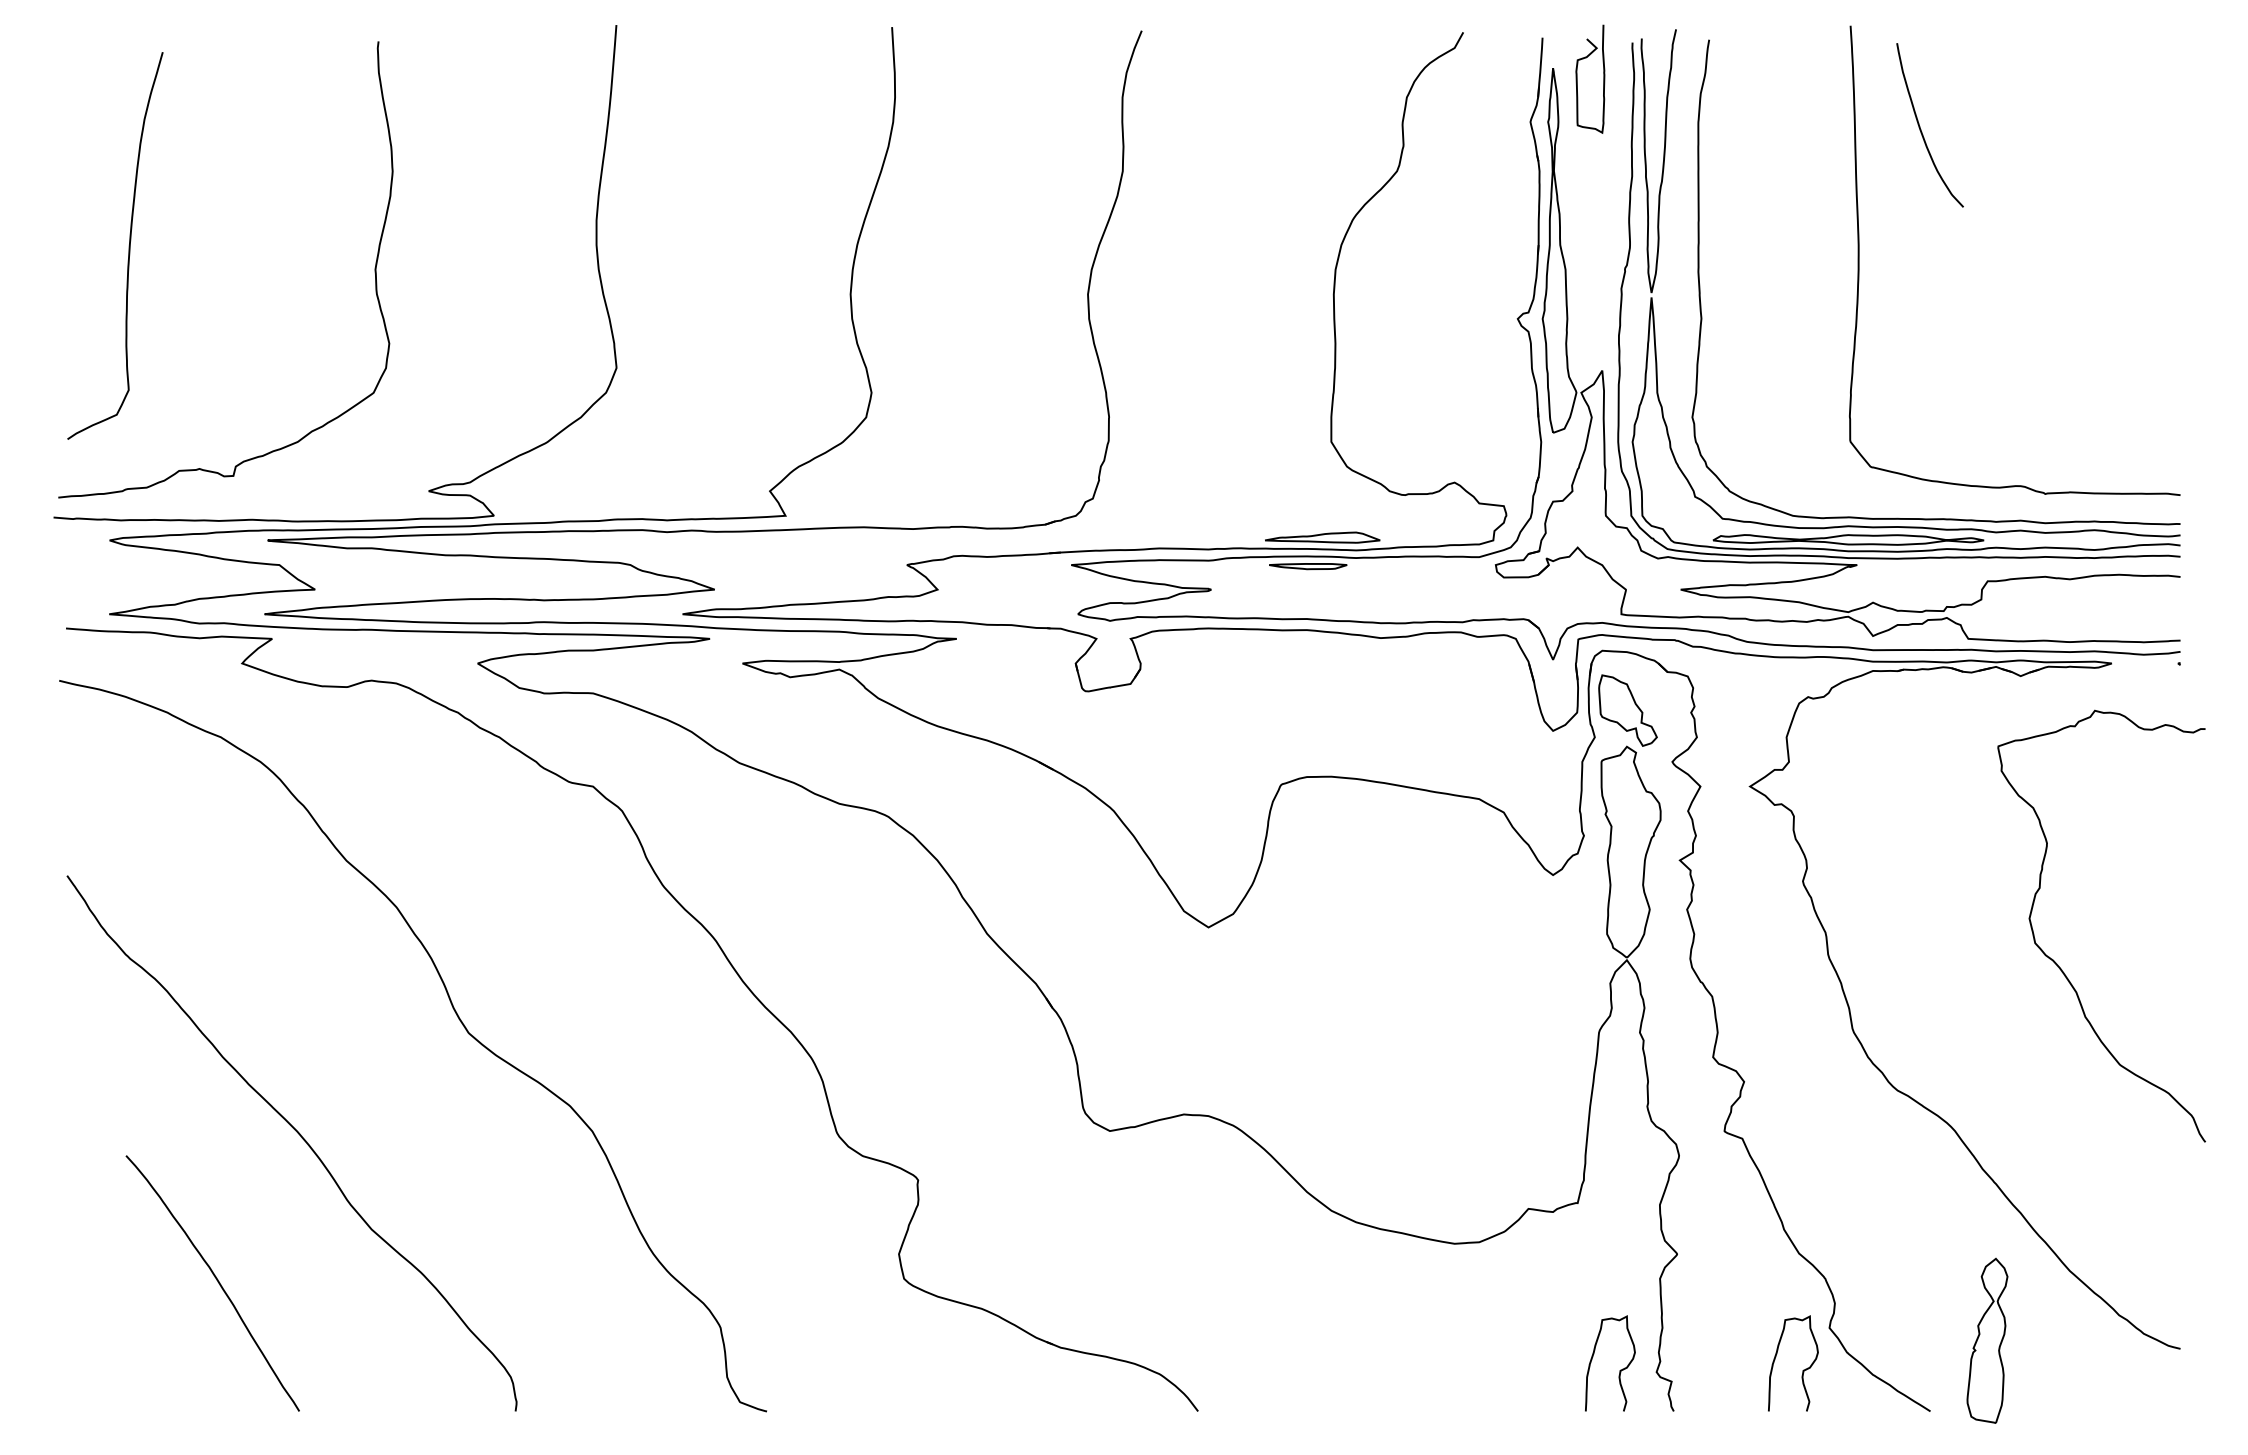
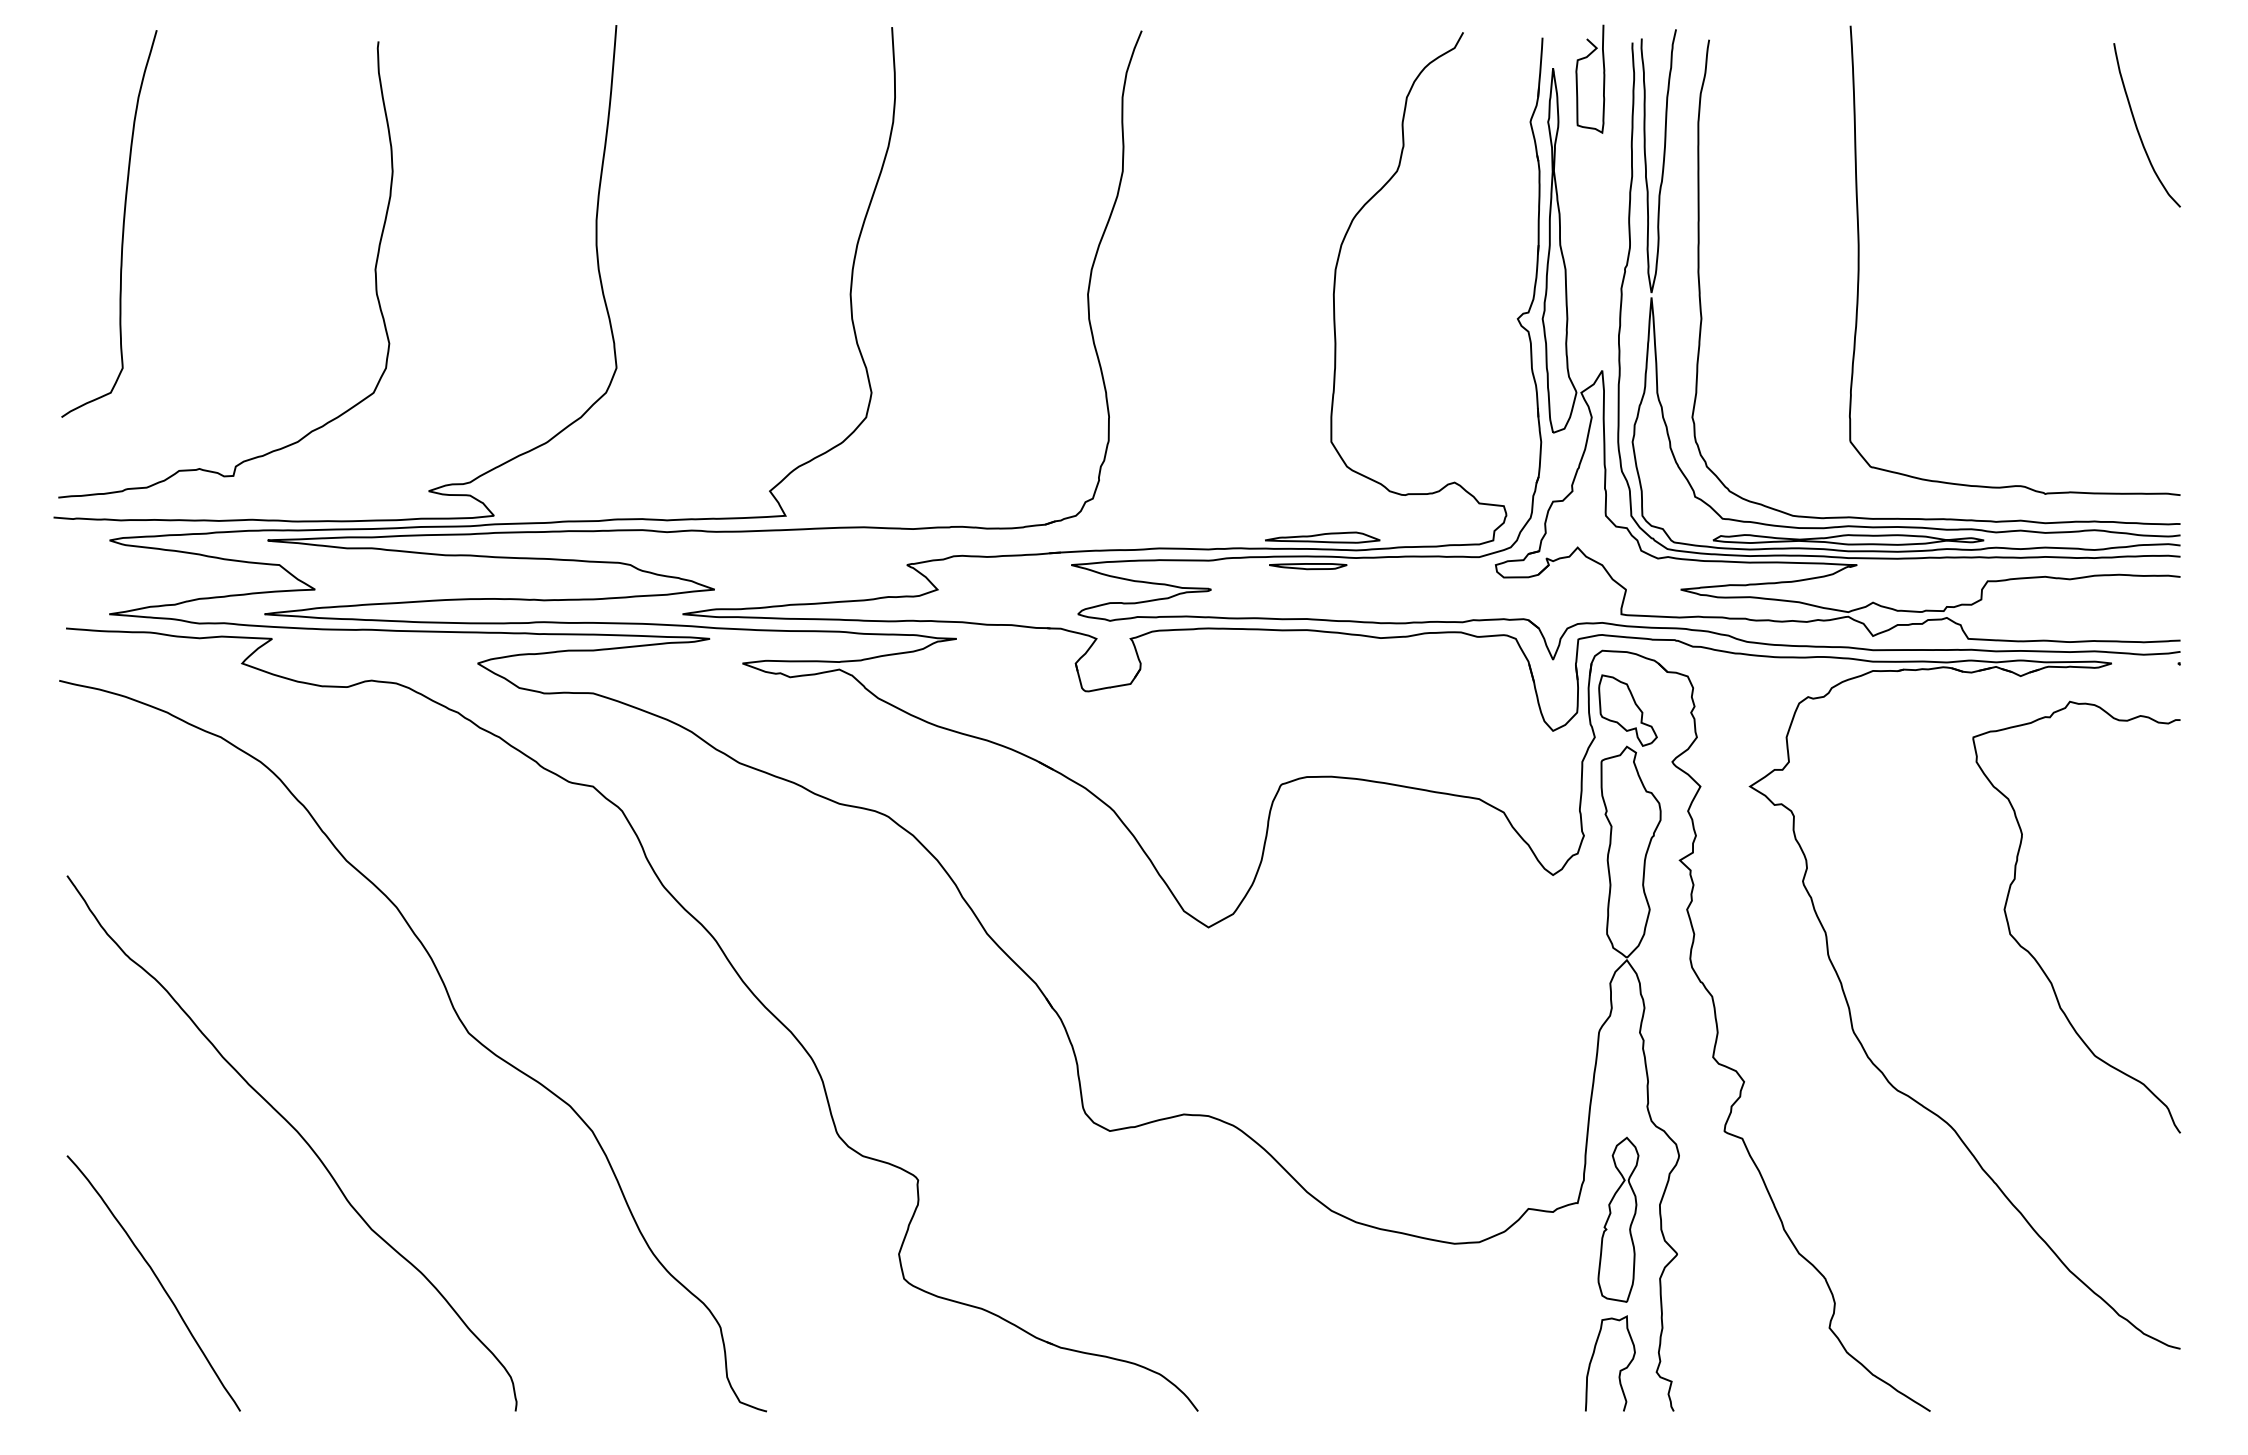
curve at (1921, 129) position: (1921, 129) -> (2138, 129)
curve at (128, 245) position: (128, 245) -> (122, 223)
curve at (2057, 963) position: (2057, 963) -> (2032, 954)
curve at (216, 1280) position: (216, 1280) -> (157, 1280)
part at (1987, 1340) position: (1987, 1340) -> (1618, 1219)
curve at (1802, 1370): present -> none
